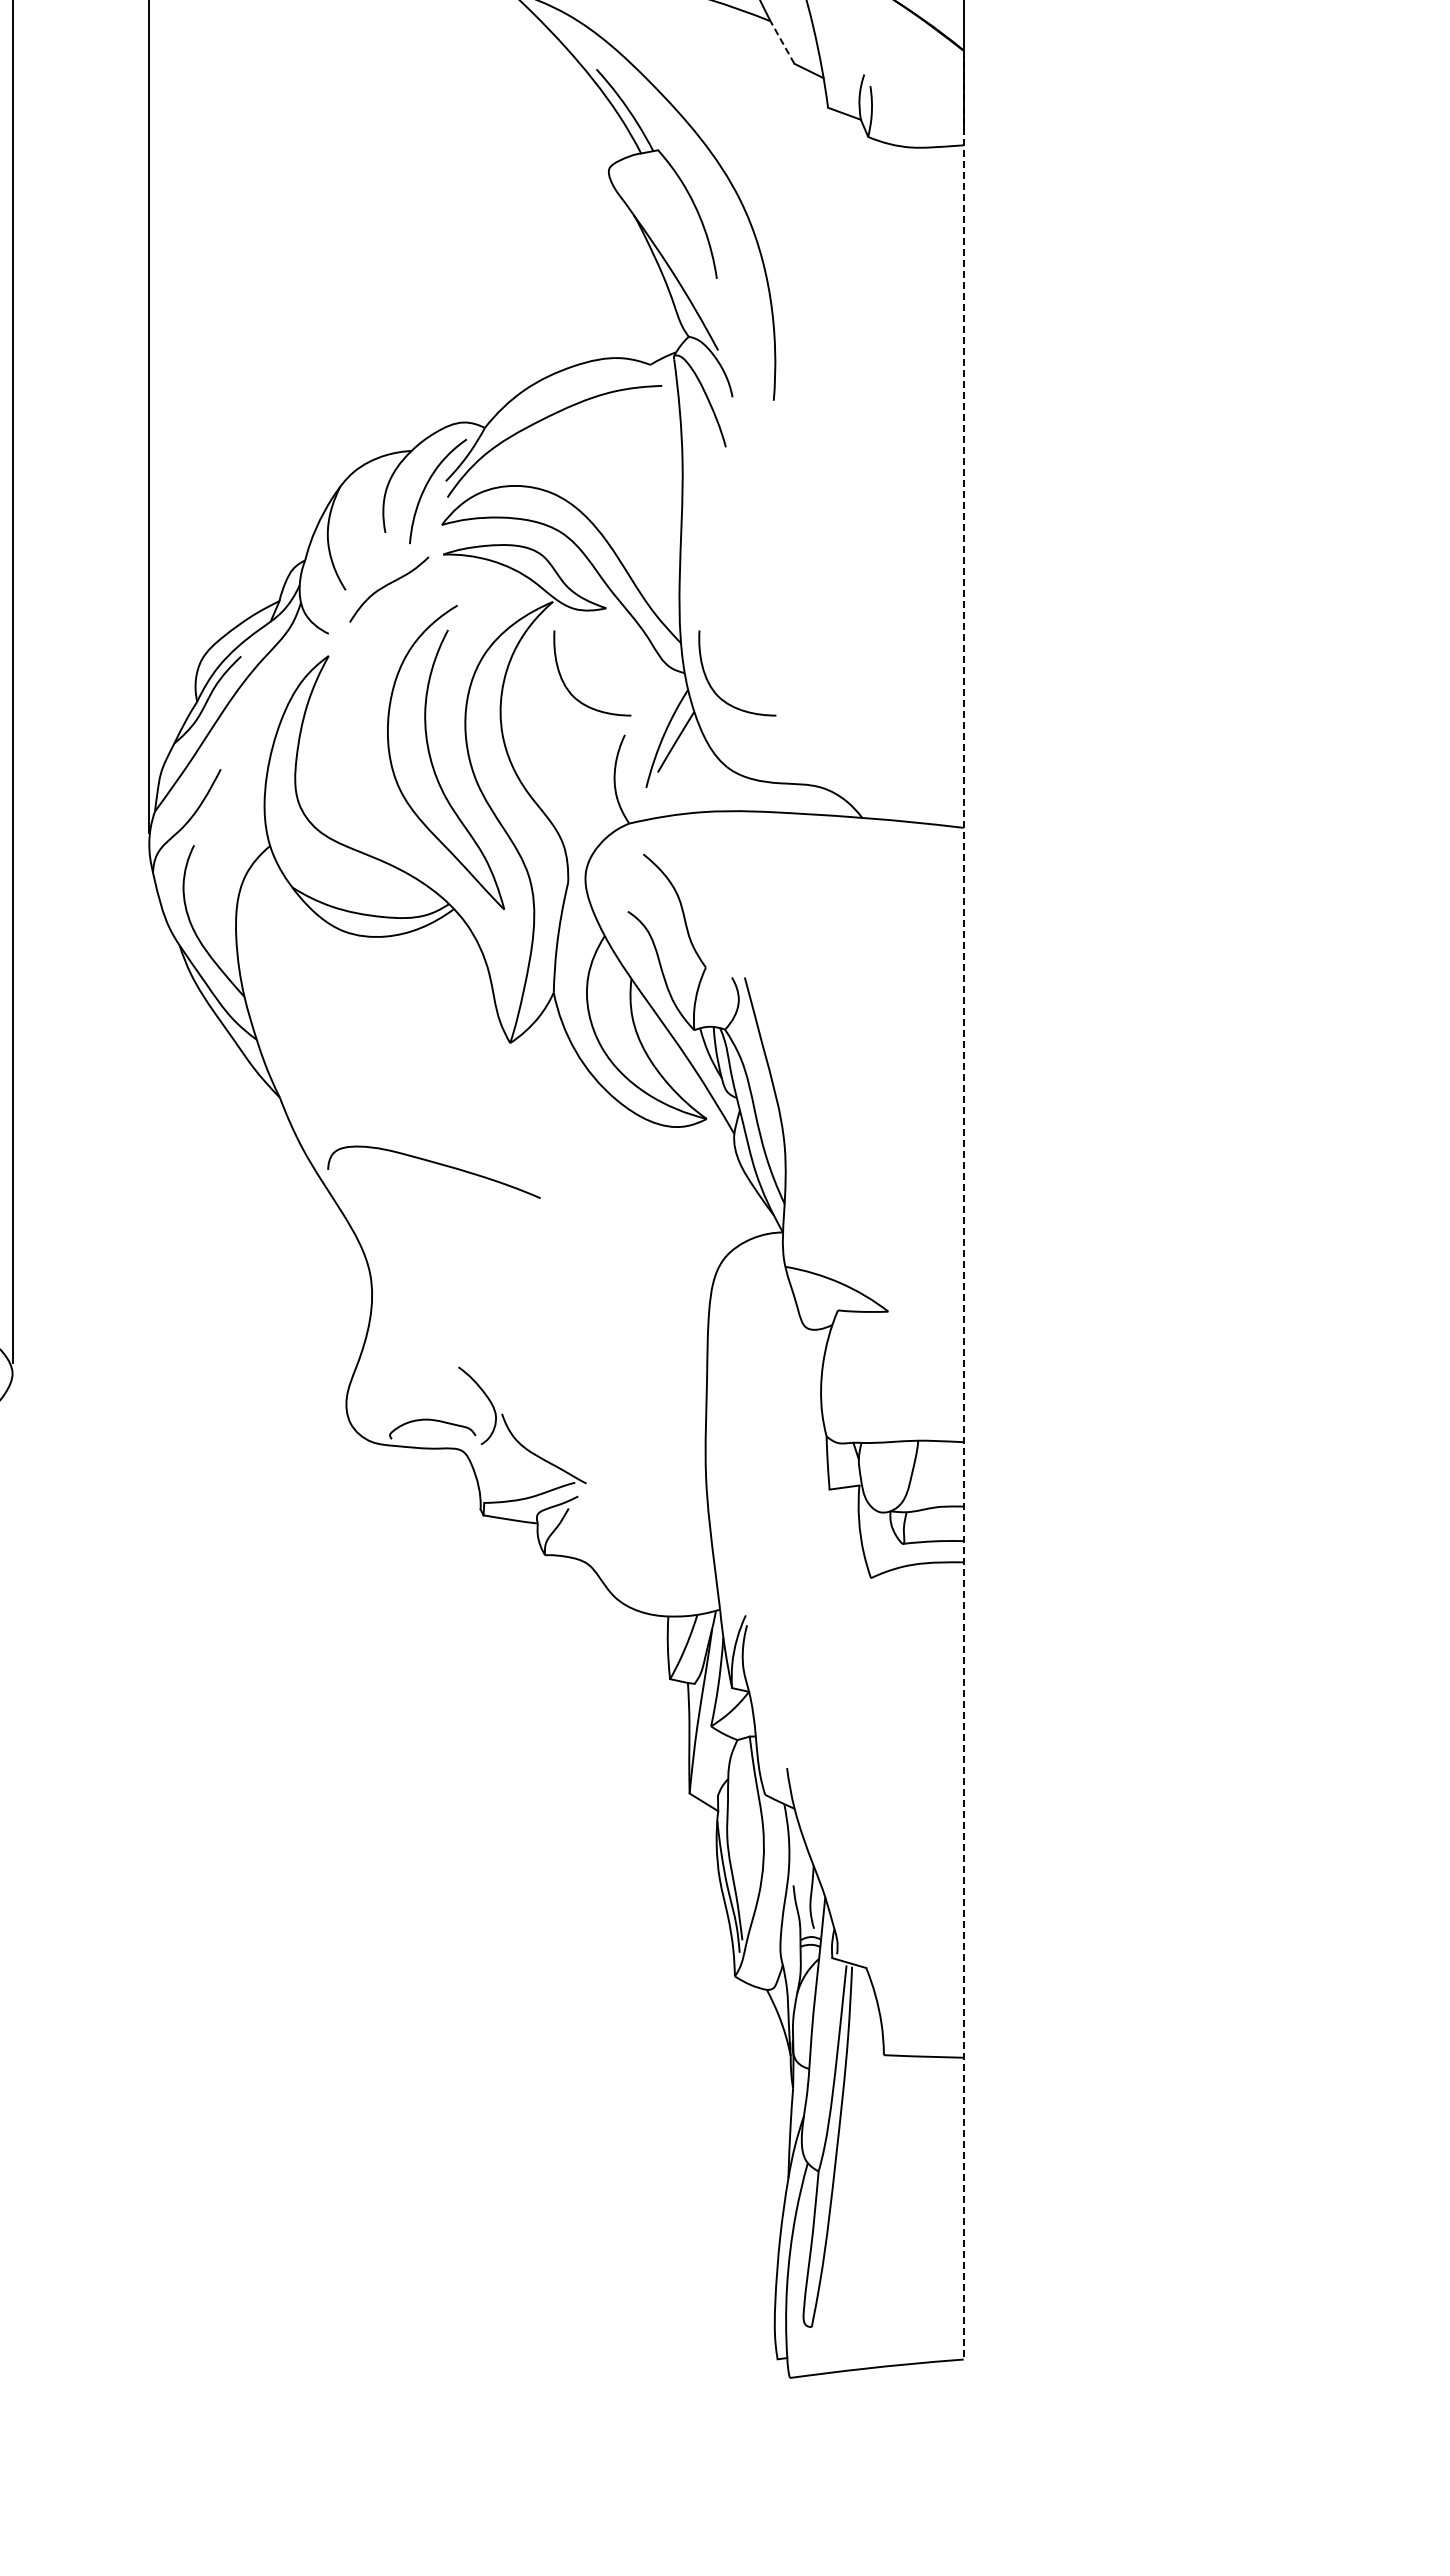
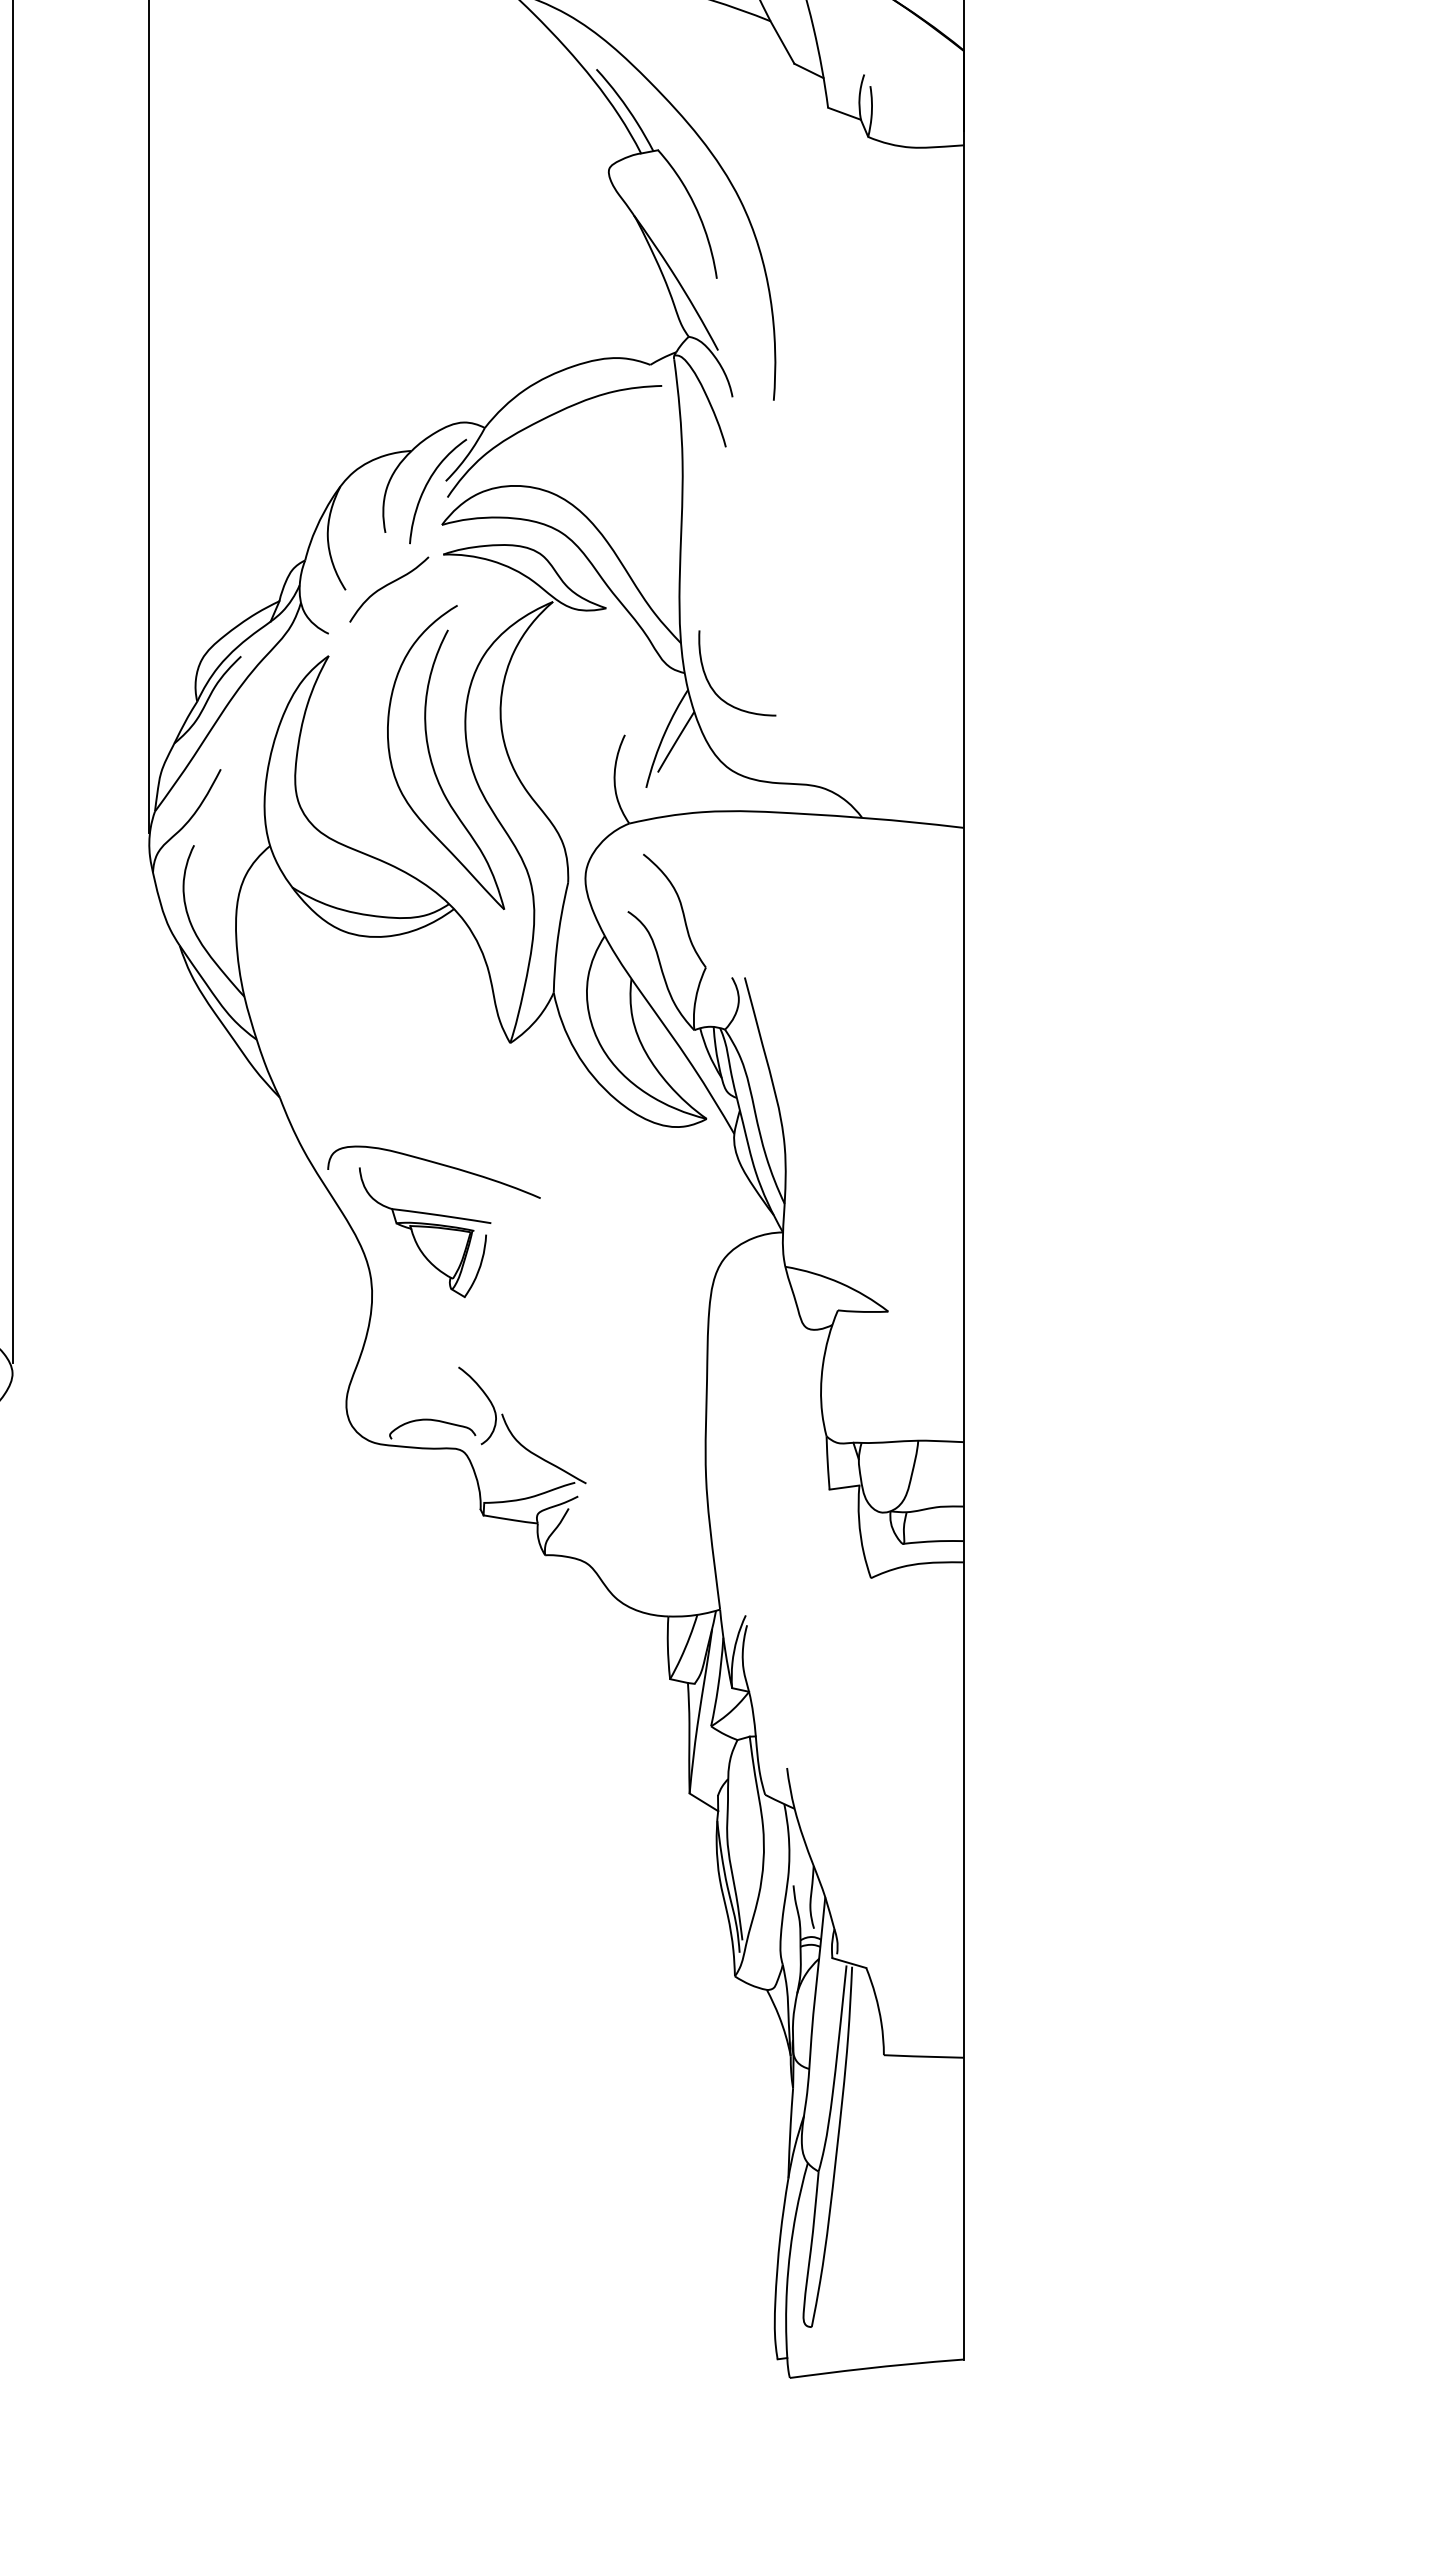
line at (782, 42): dashed -> solid
curve at (568, 688): present -> none
line at (963, 1205): dashed -> solid
part at (425, 1232): none -> present
